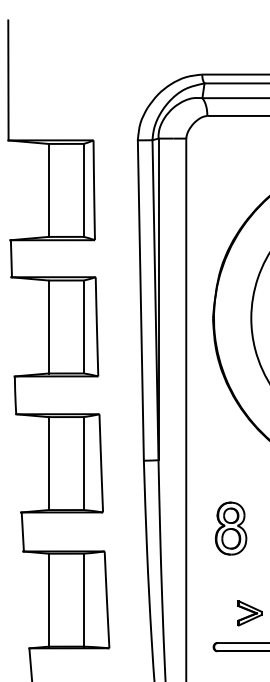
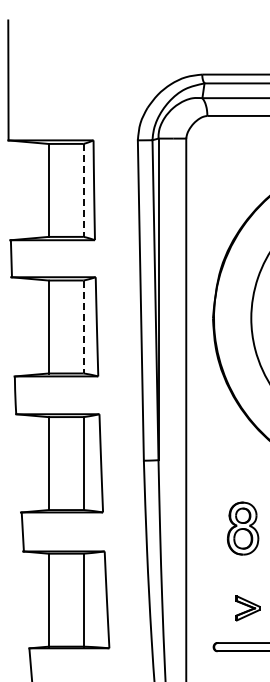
line at (83, 190): solid -> dashed
line at (83, 327): solid -> dashed
part at (231, 528) position: (231, 528) -> (243, 528)
part at (249, 613) position: (249, 613) -> (247, 608)
